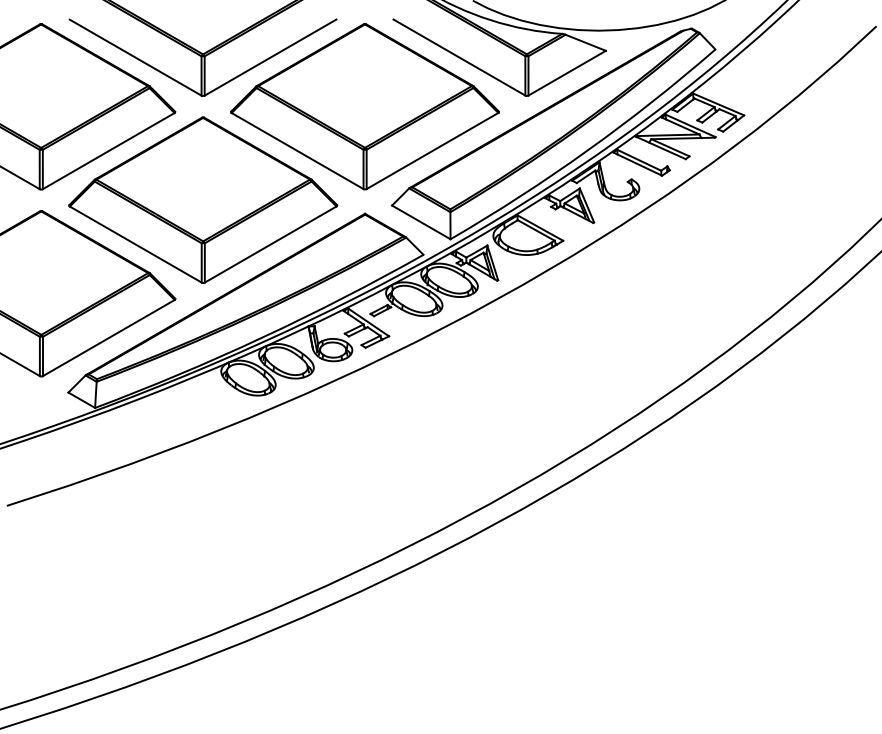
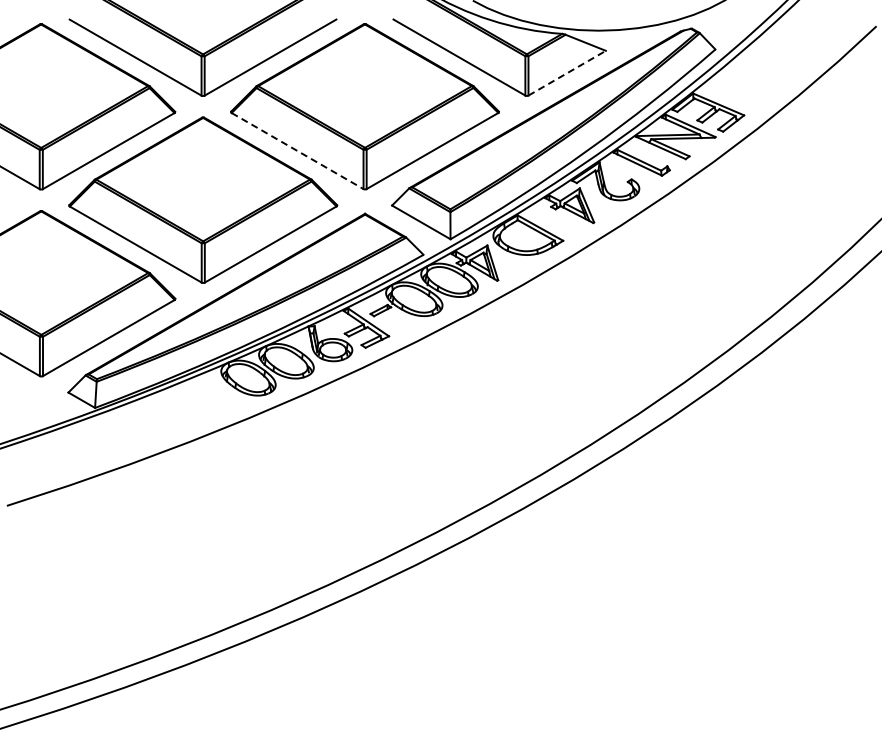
line at (567, 73): solid -> dashed
line at (298, 151): solid -> dashed
